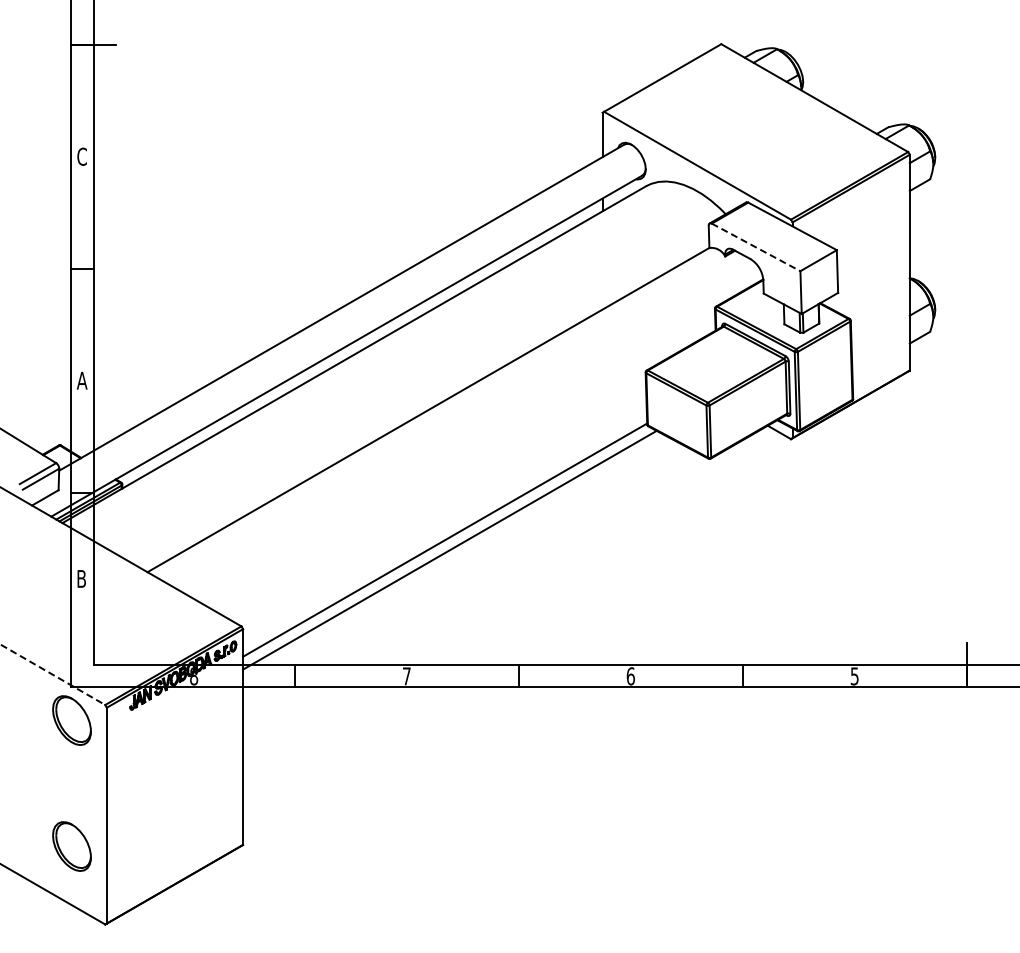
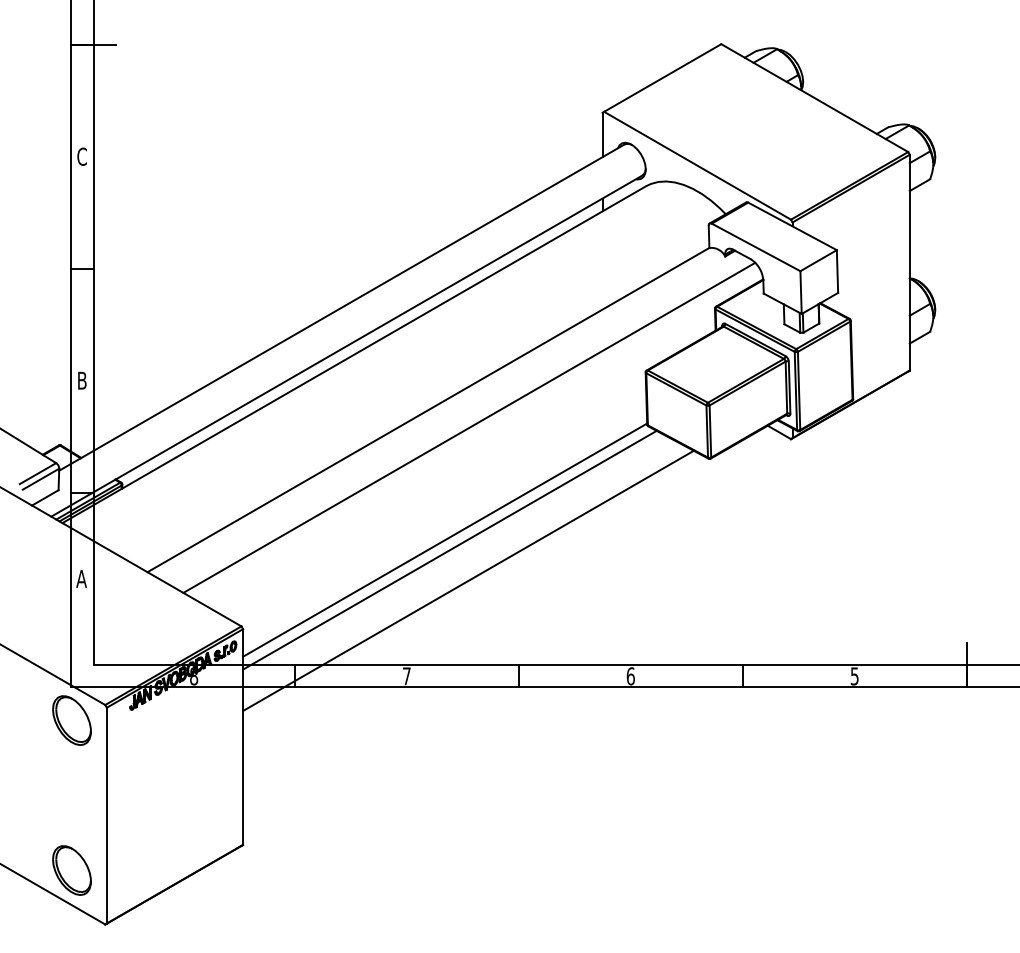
line at (756, 247): dashed -> solid
text at (81, 380): A -> B
line at (469, 427): none -> present
text at (81, 578): B -> A
line at (468, 580): none -> present
line at (53, 675): dashed -> solid
part at (71, 846) position: (71, 846) -> (71, 870)
